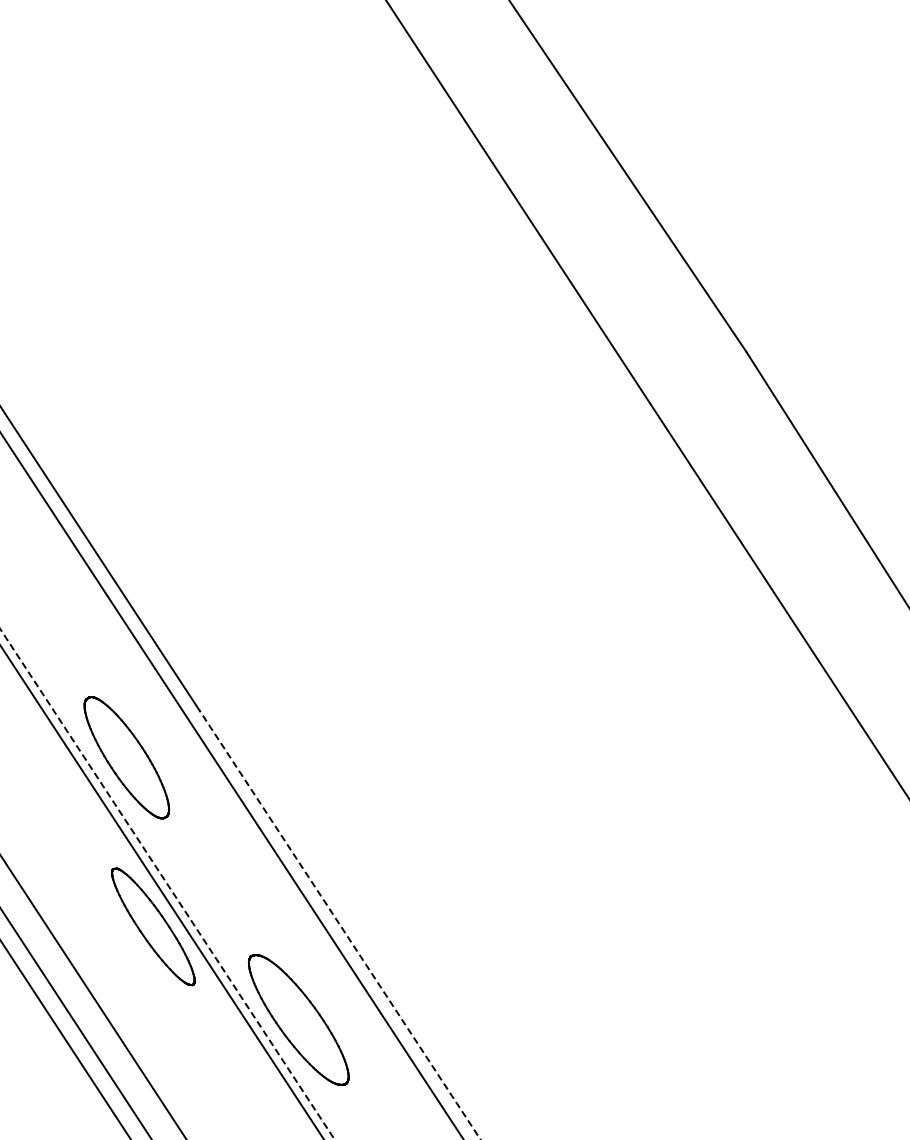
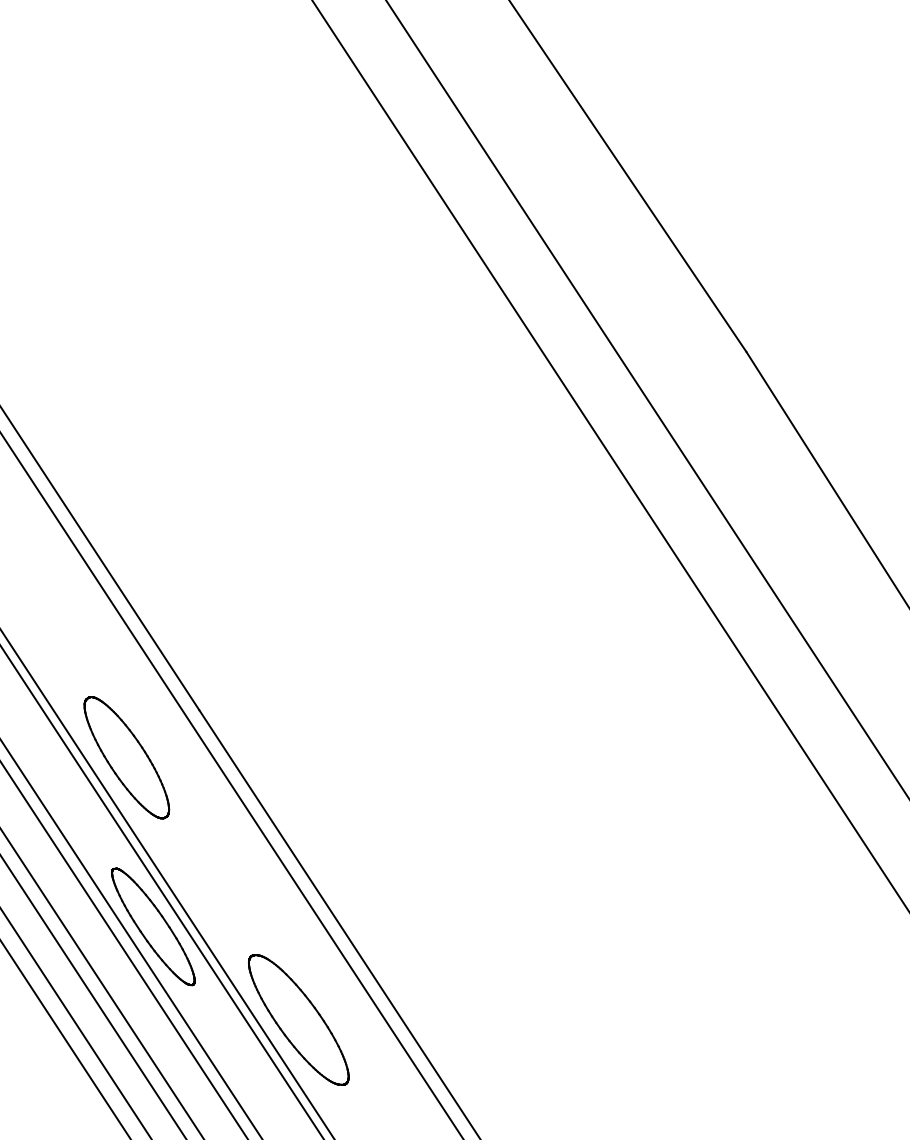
line at (609, 455): none -> present
line at (167, 884): dashed -> solid
line at (339, 924): dashed -> solid
line at (131, 938): none -> present
line at (124, 950): none -> present
line at (102, 983): none -> present
